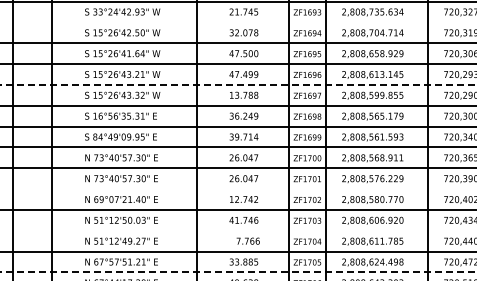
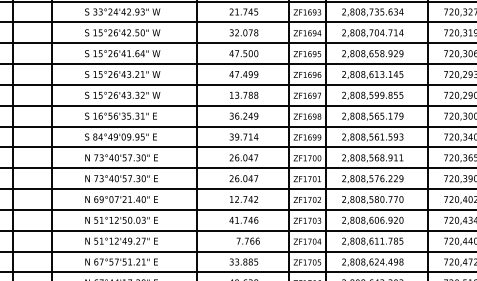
line at (237, 22): none -> present
line at (239, 84): dashed -> solid
line at (237, 189): none -> present
line at (237, 230): none -> present
line at (239, 272): dashed -> solid
